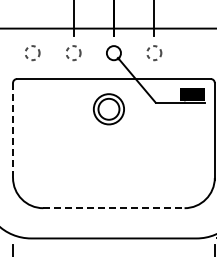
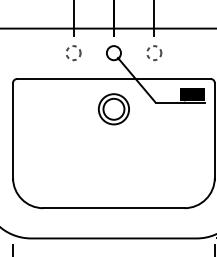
circle at (32, 53): present -> none
part at (108, 109) position: (108, 109) -> (113, 109)
line at (13, 131): dashed -> solid
line at (113, 208): dashed -> solid
